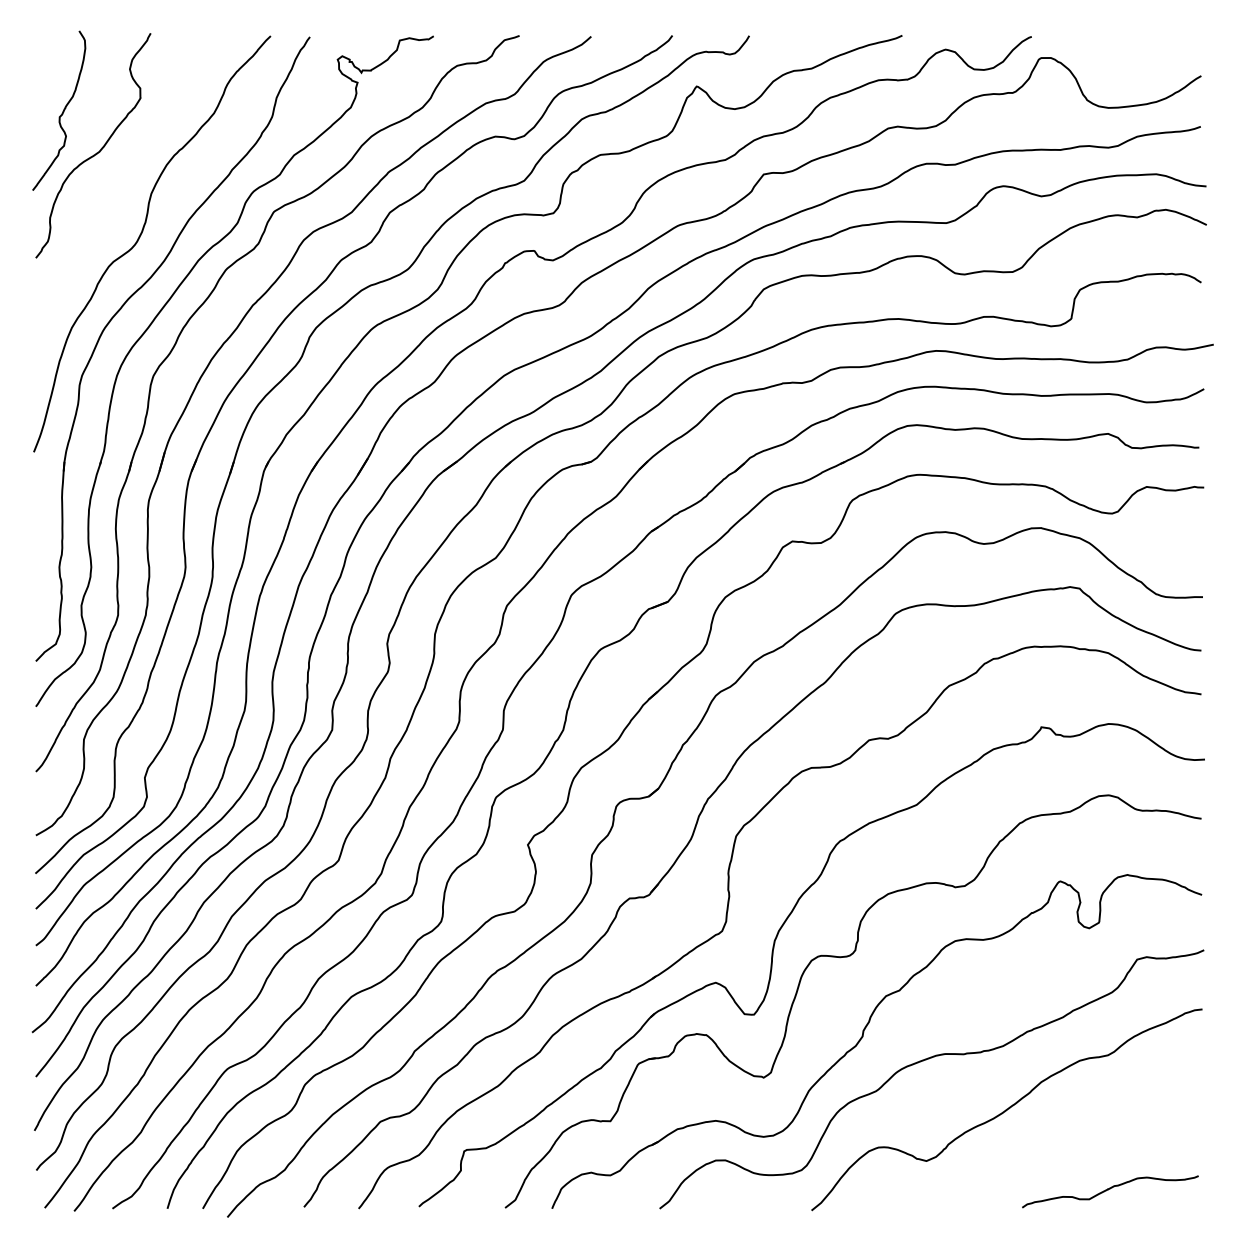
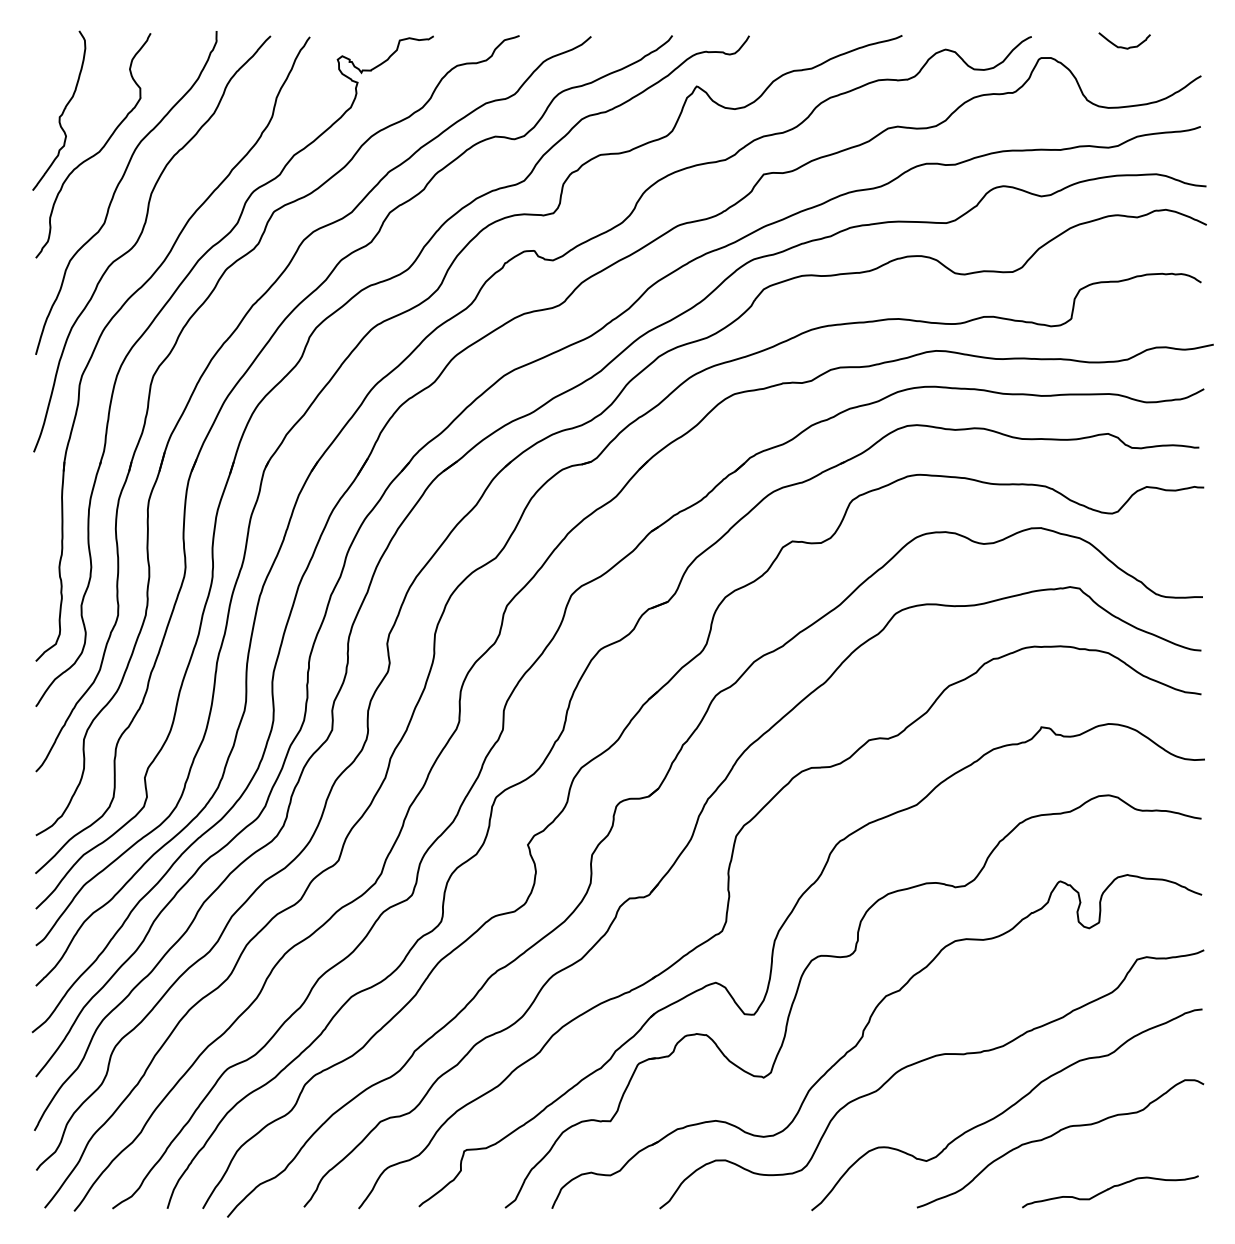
curve at (1122, 46): none -> present
curve at (117, 188): none -> present
curve at (1054, 1135): none -> present
